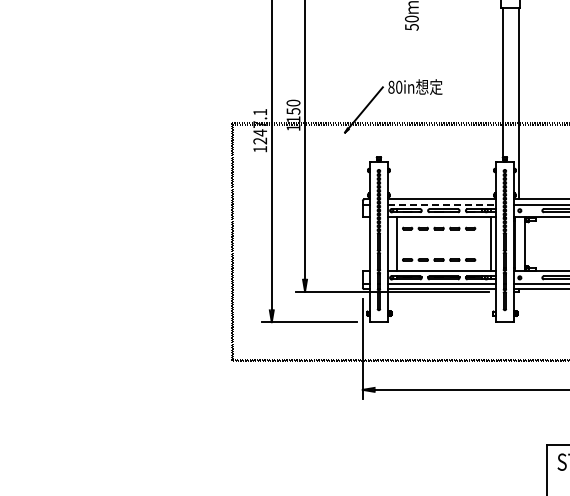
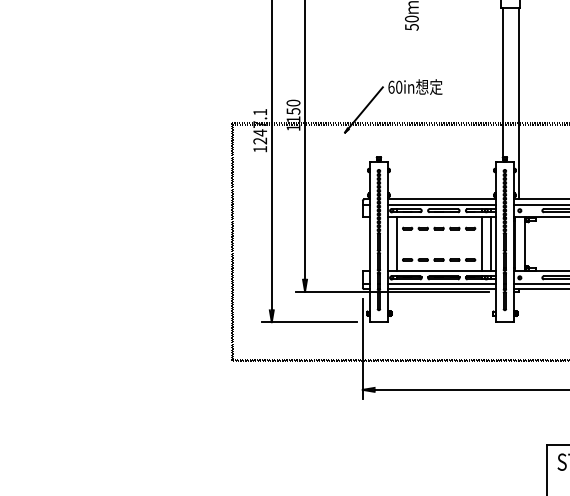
text at (391, 86): 80in -> 60in
line at (442, 204): dashed -> solid
line at (481, 244): none -> present
